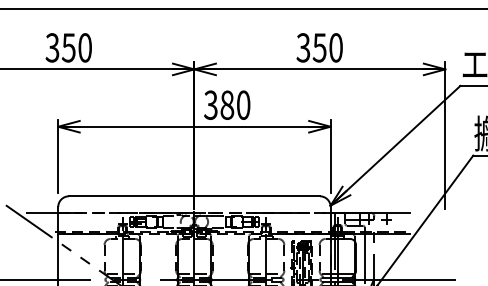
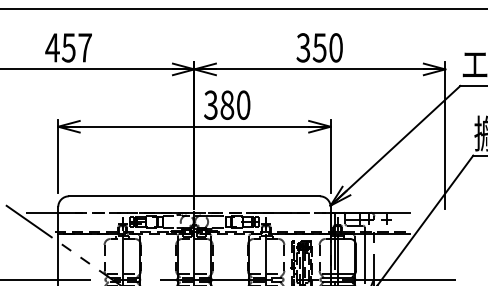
text at (68, 47): 350 -> 457
